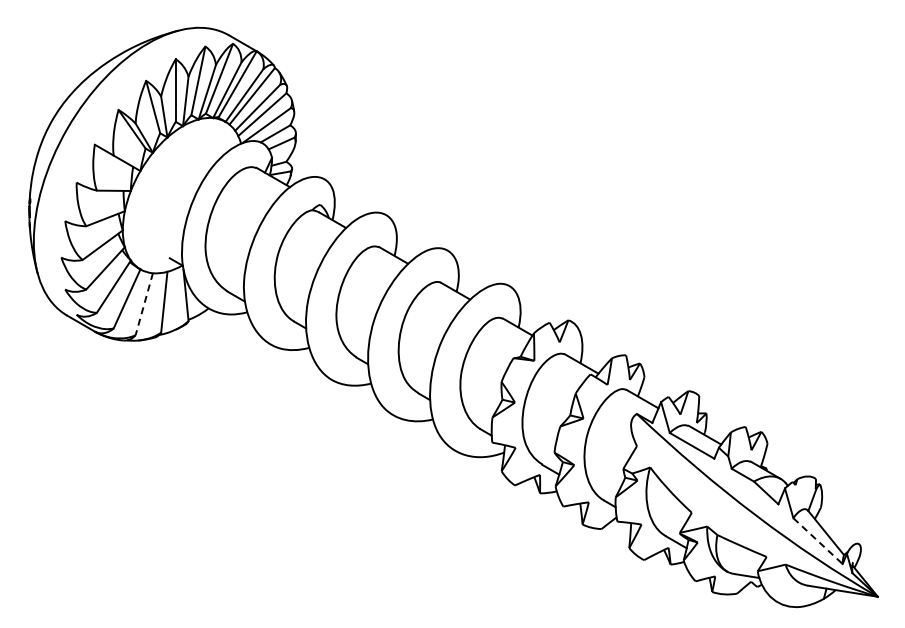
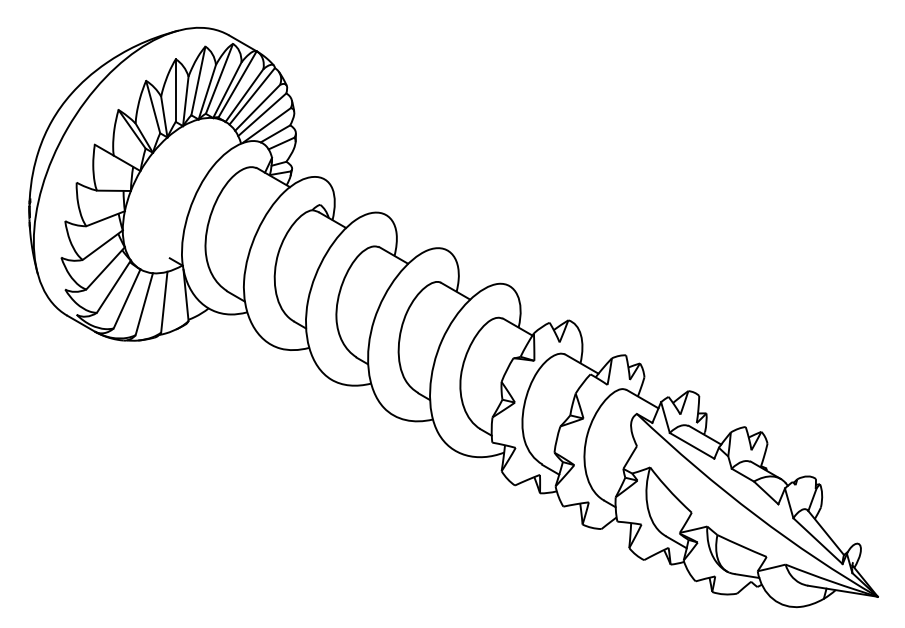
line at (144, 304): dashed -> solid
line at (818, 541): dashed -> solid
